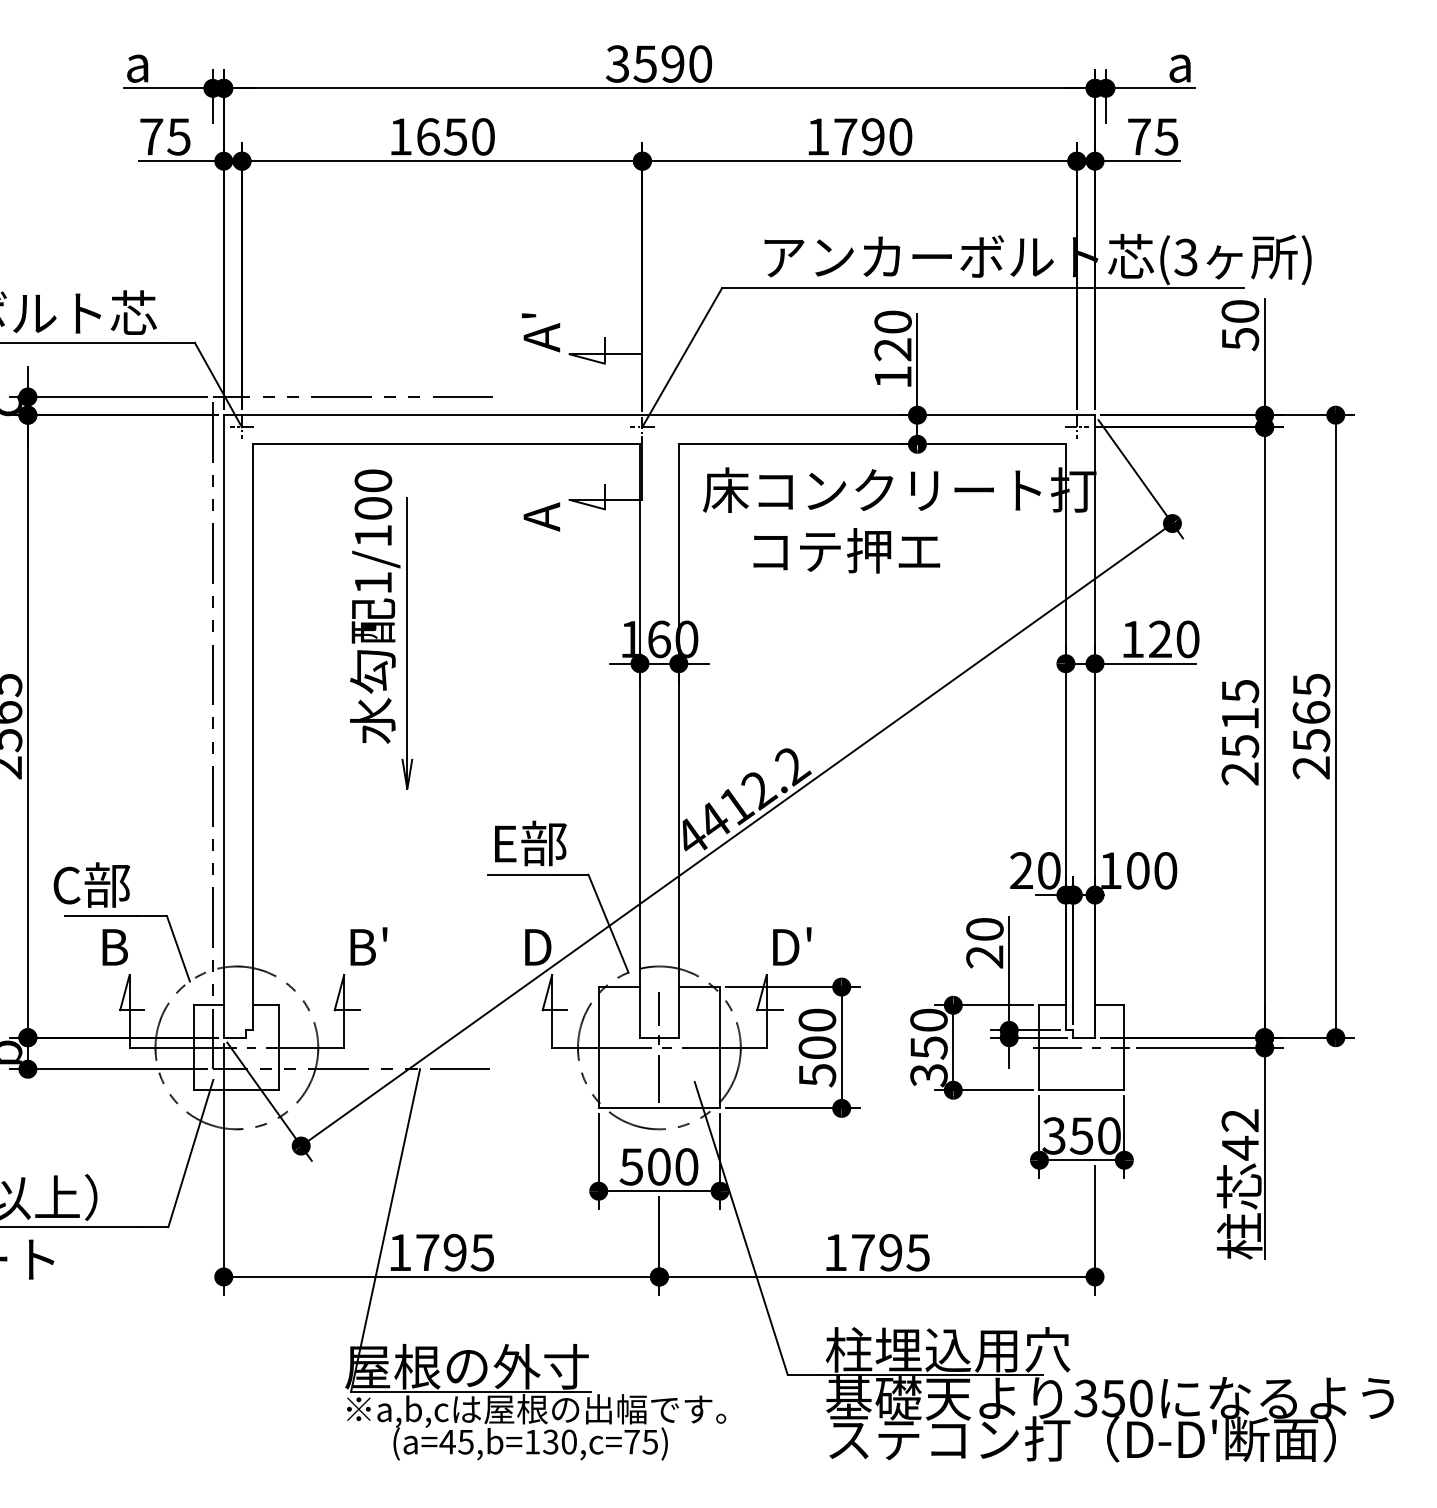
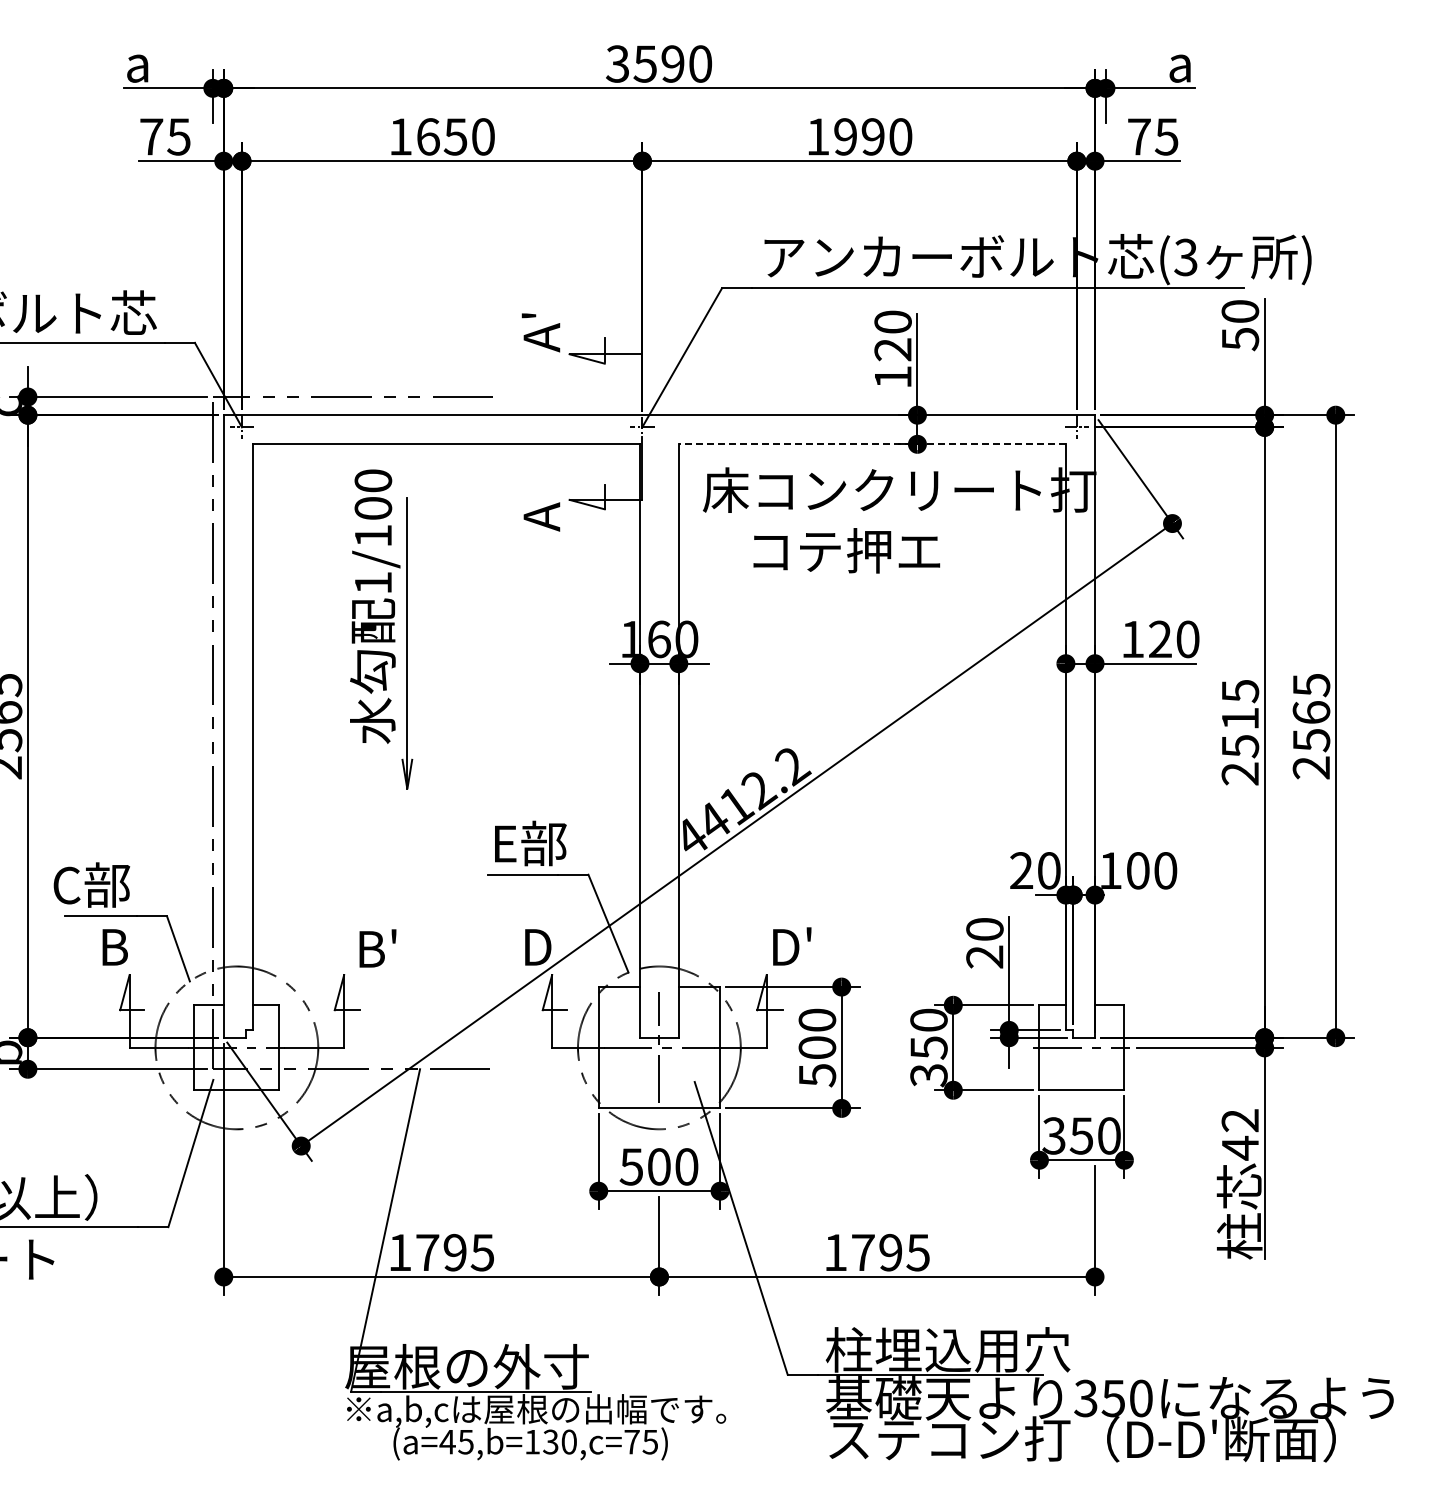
text at (845, 136): 1790 -> 1990
line at (872, 444): solid -> dashed
text at (368, 946) position: (368, 946) -> (377, 948)
